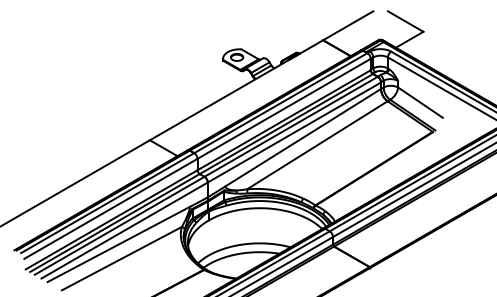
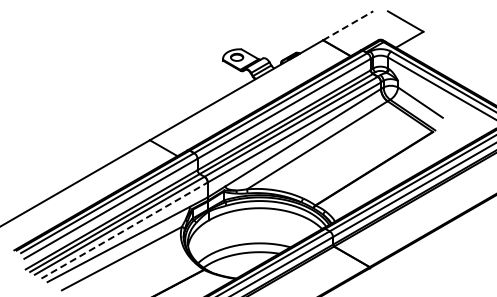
line at (348, 25): solid -> dashed
line at (125, 230): solid -> dashed
